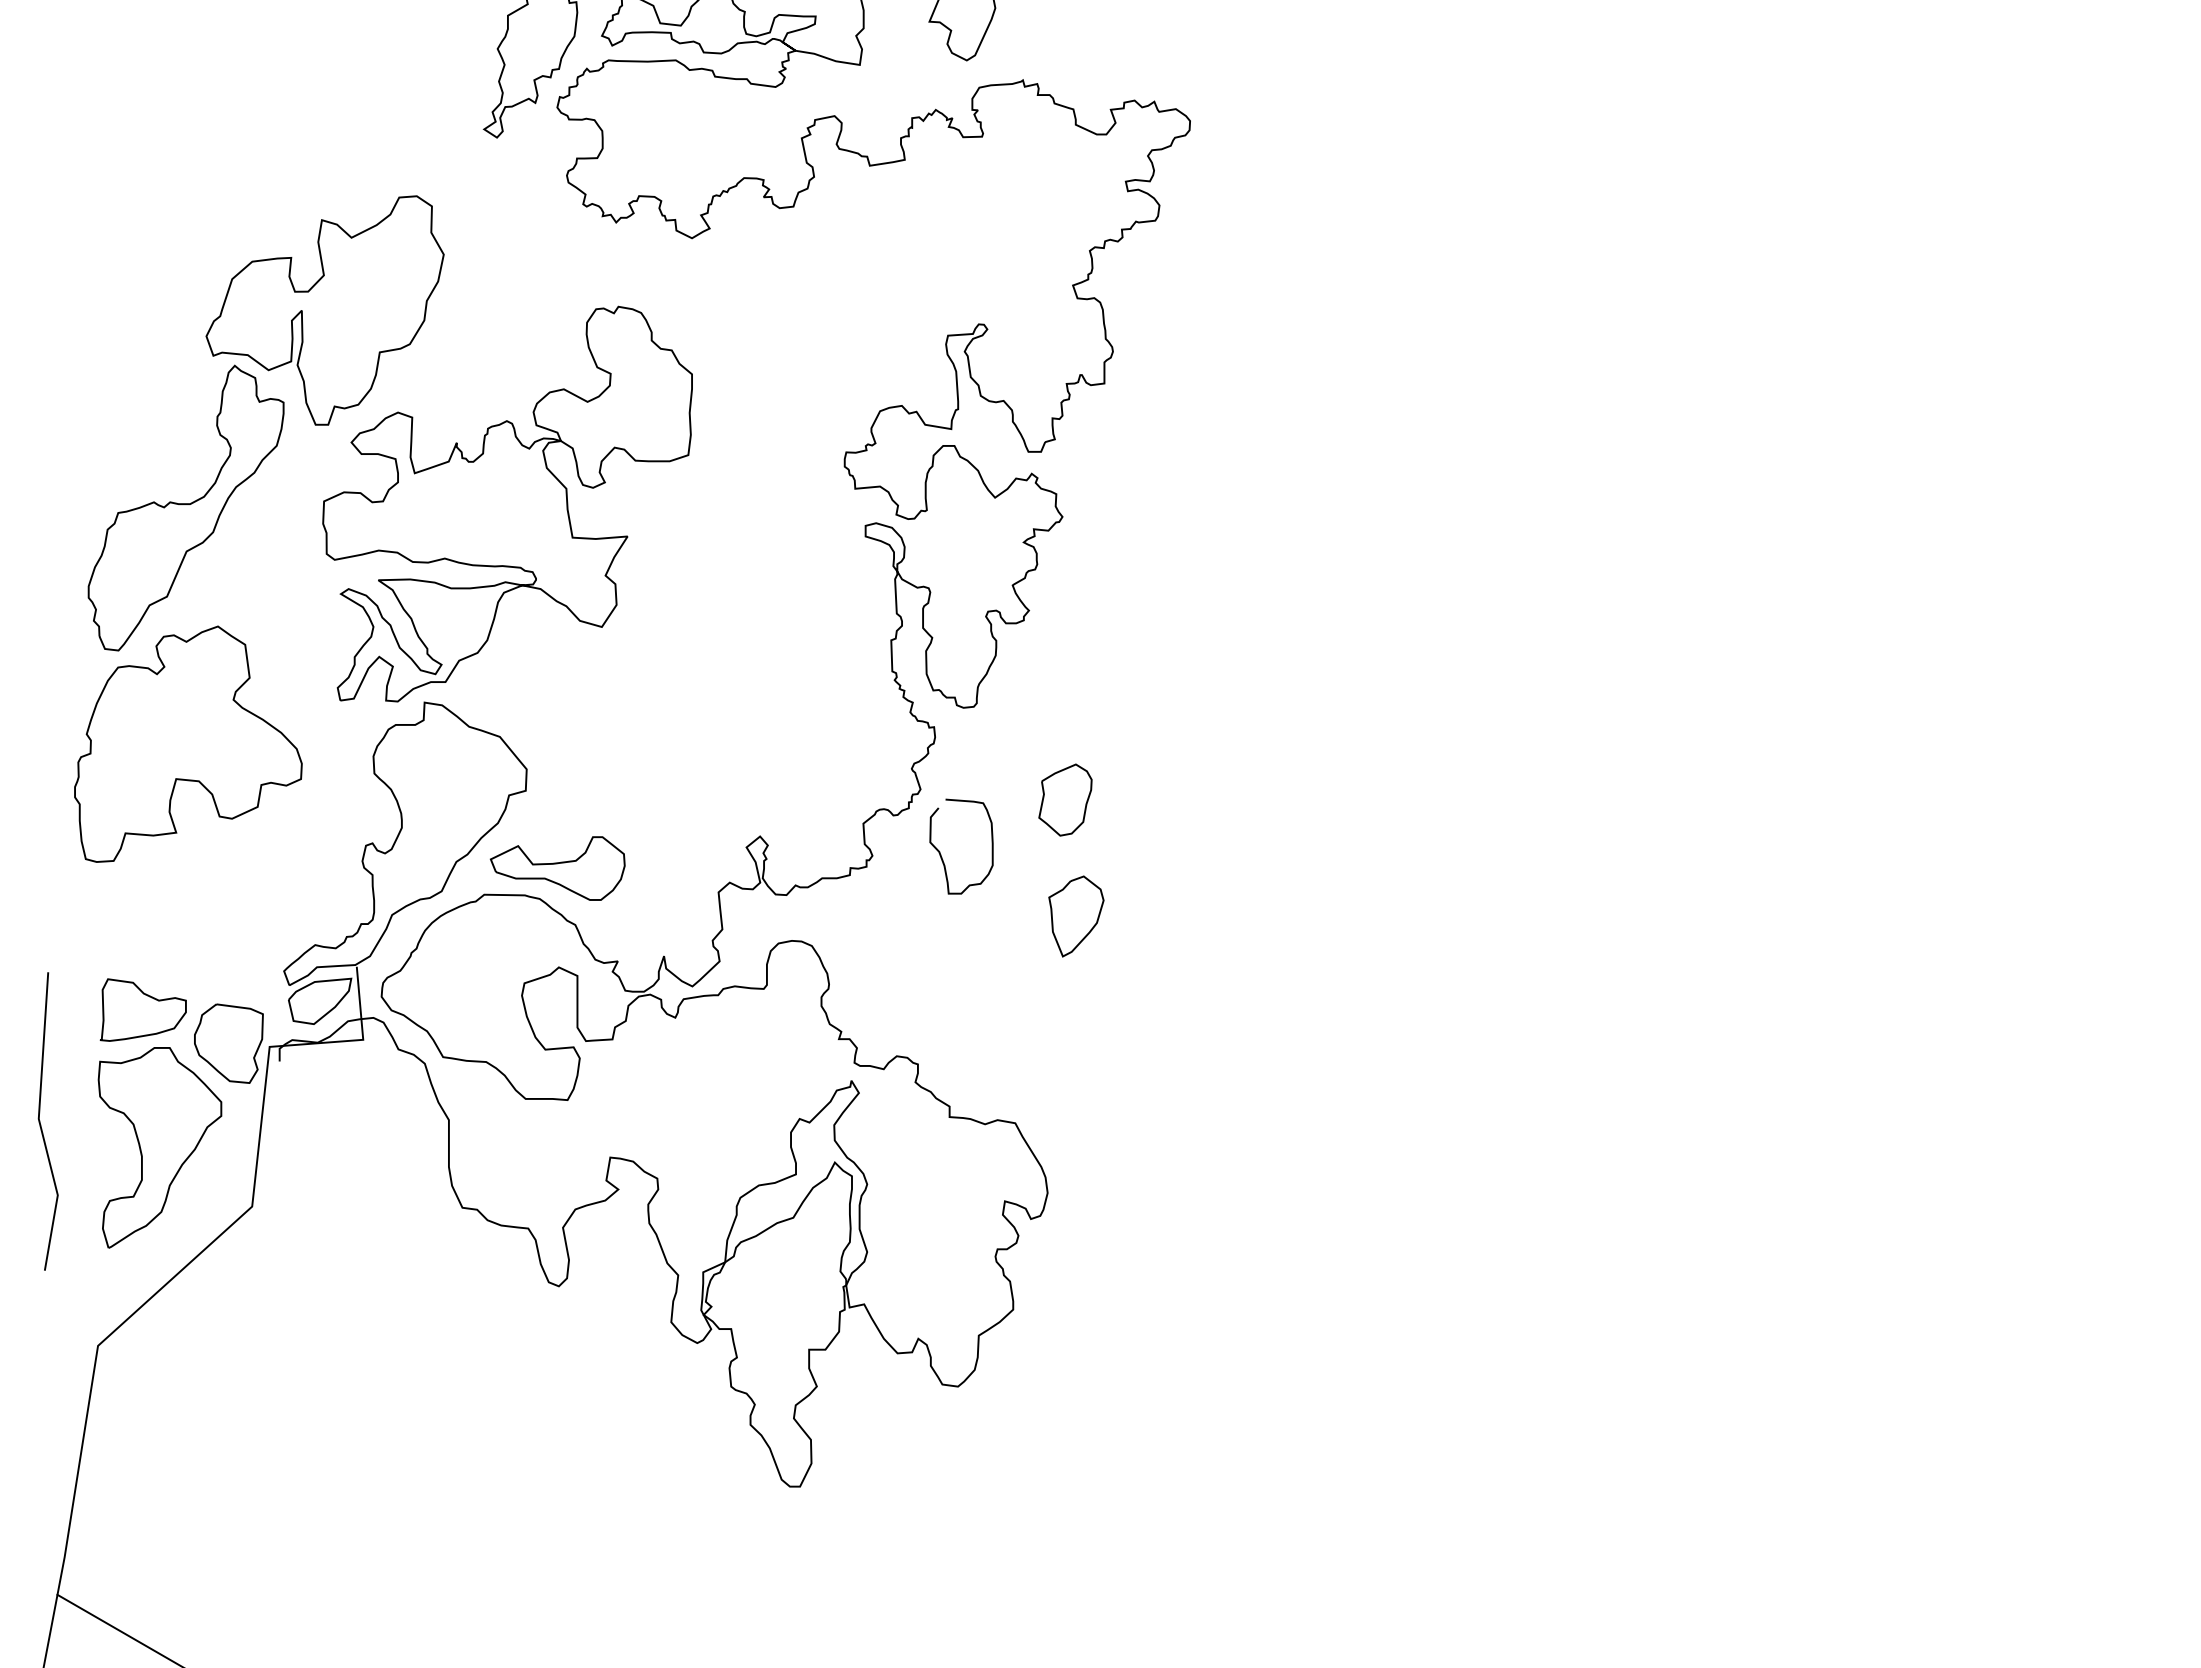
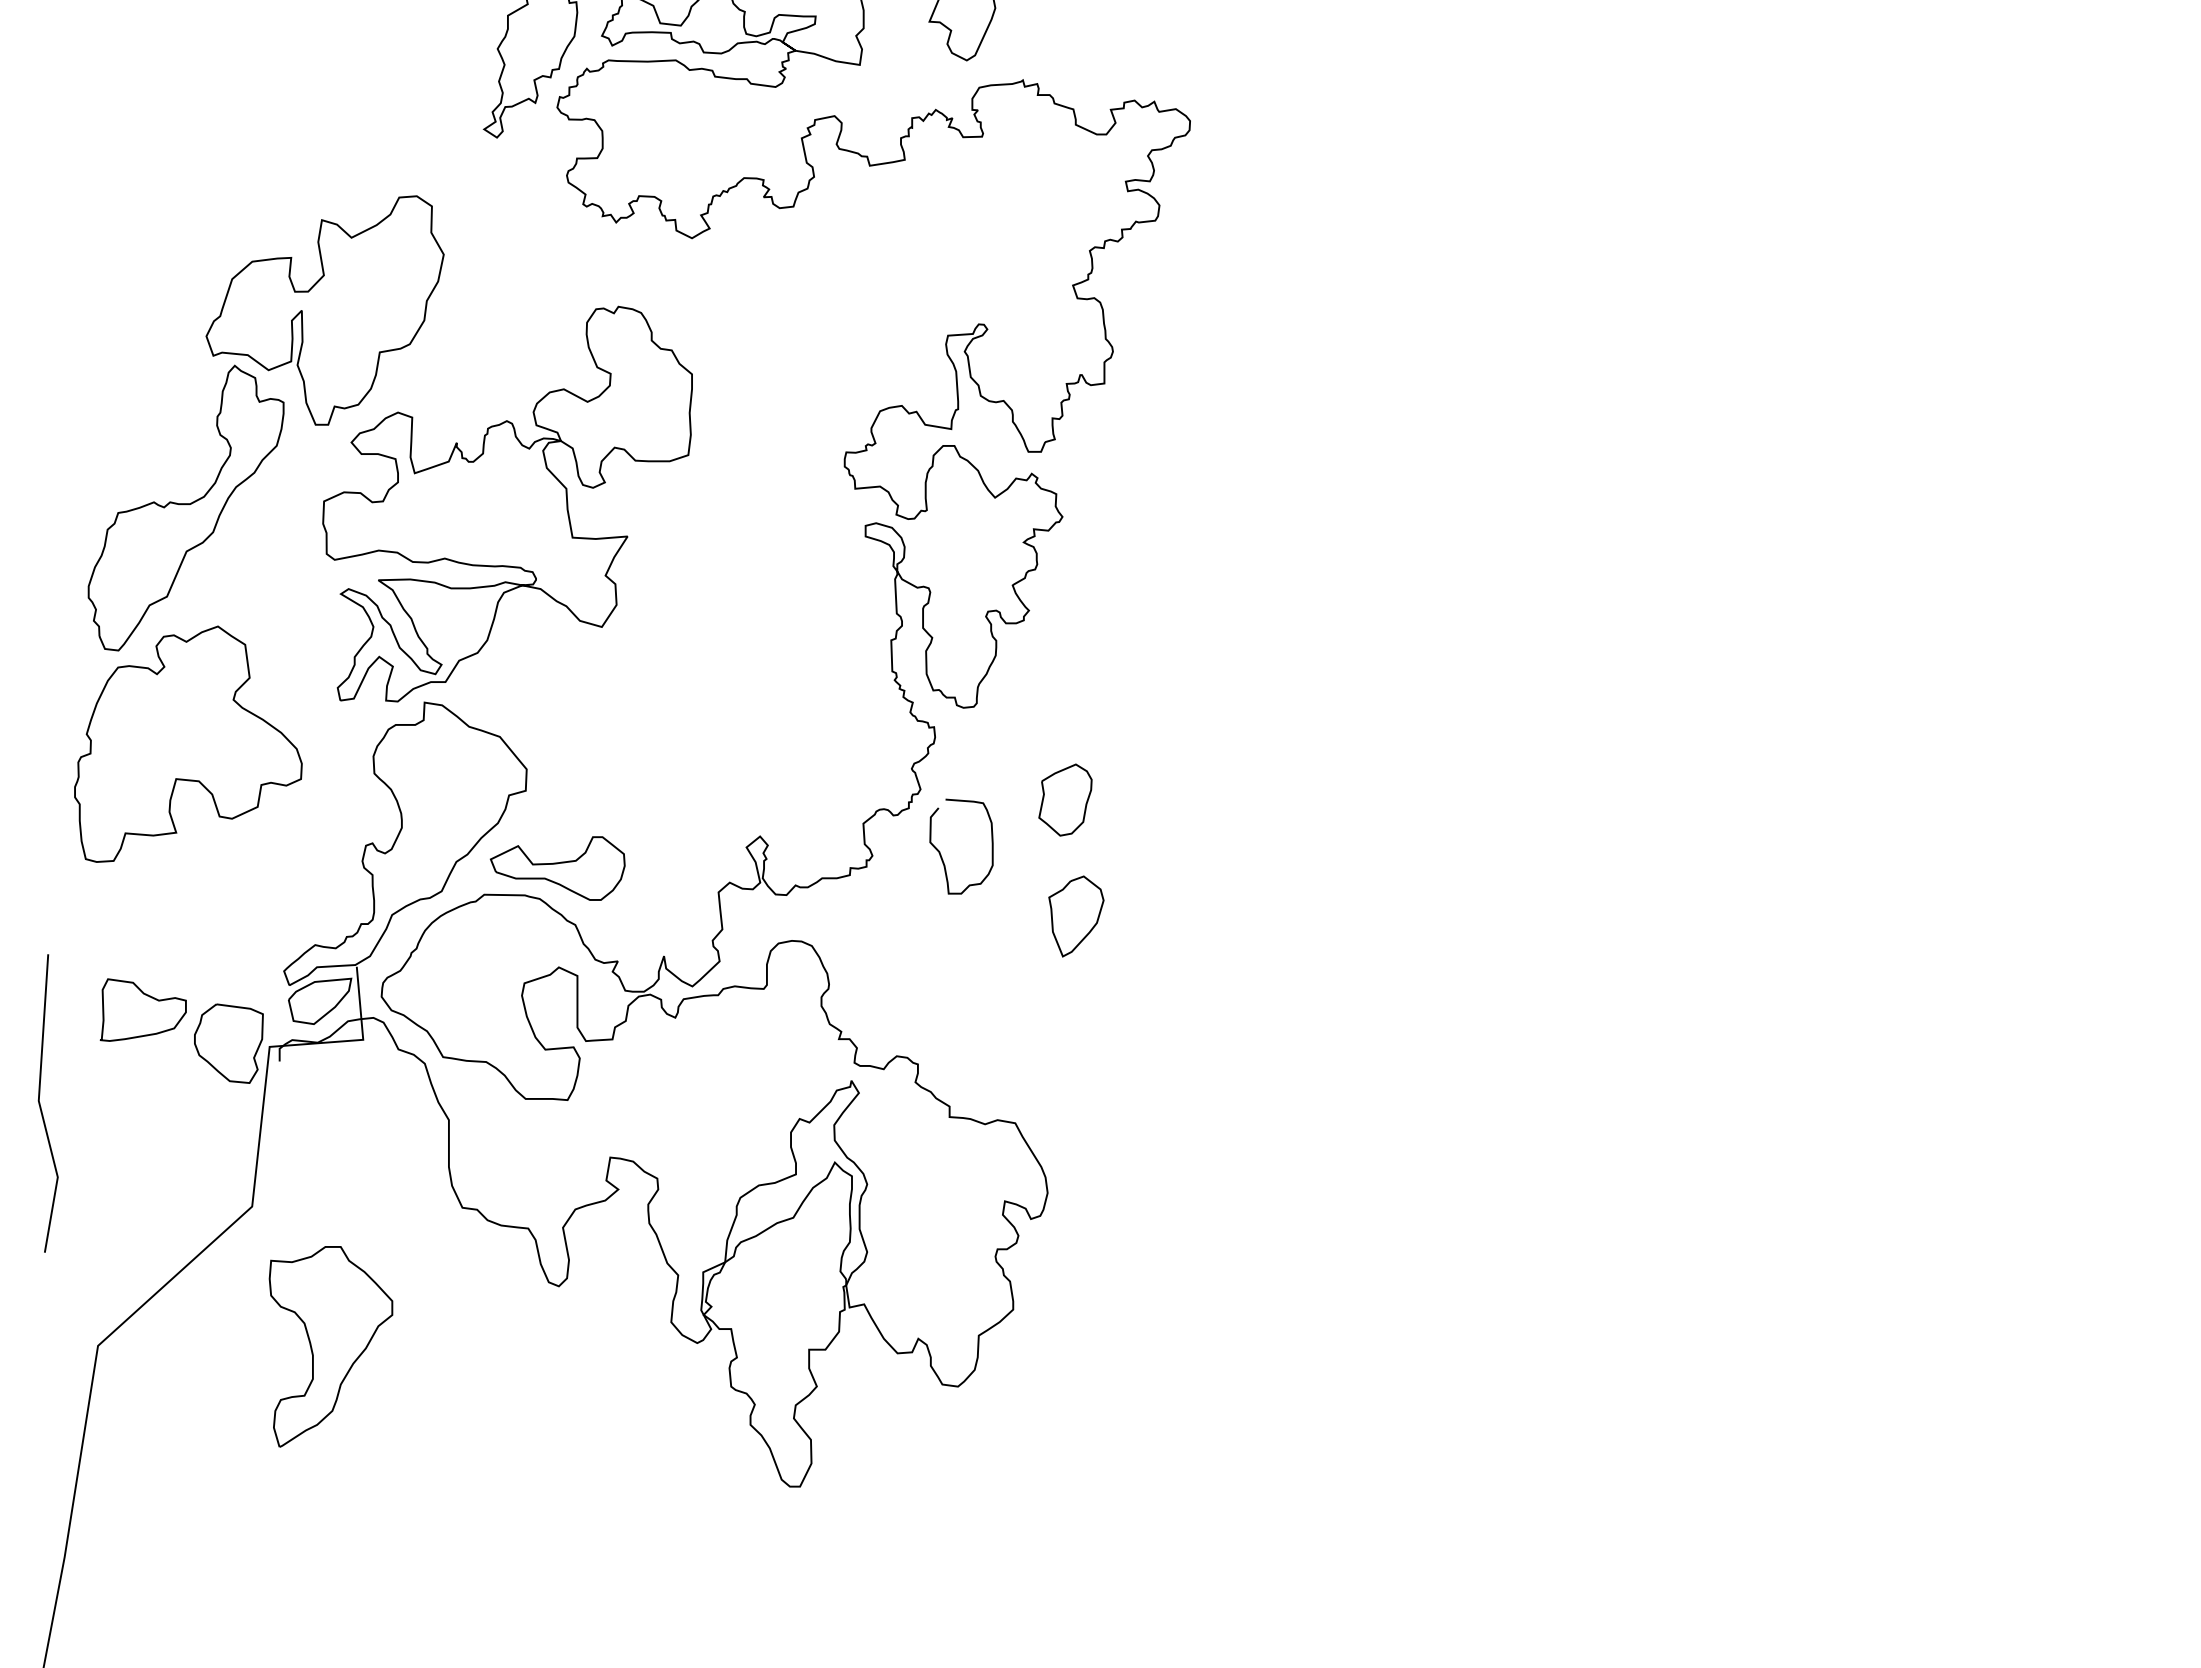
line at (41, 1124) position: (41, 1124) -> (41, 1106)
part at (159, 1147) position: (159, 1147) -> (330, 1346)
line at (117, 1629): present -> none
